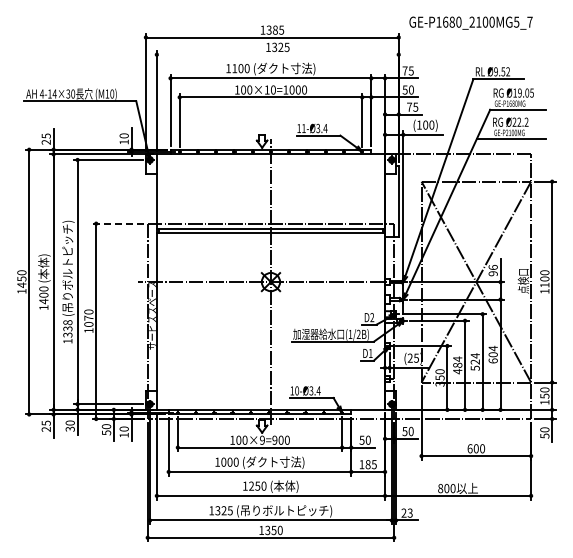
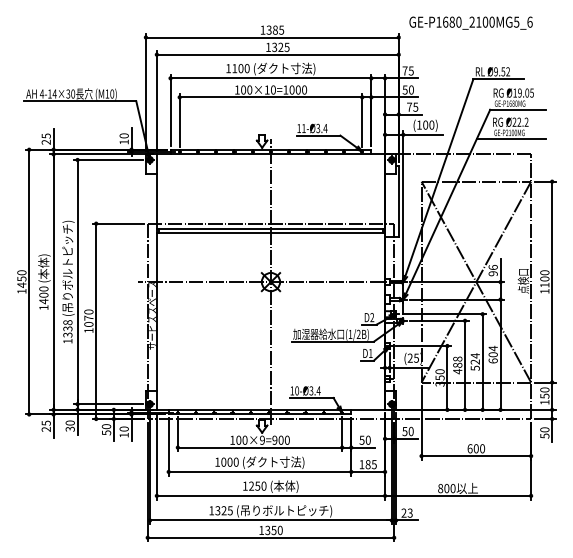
text at (529, 21): GE-P1680_2100MG5_7 -> GE-P1680_2100MG5_6
line at (277, 54): none -> present
line at (118, 223): dashed -> solid
text at (457, 358): 484 -> 488
